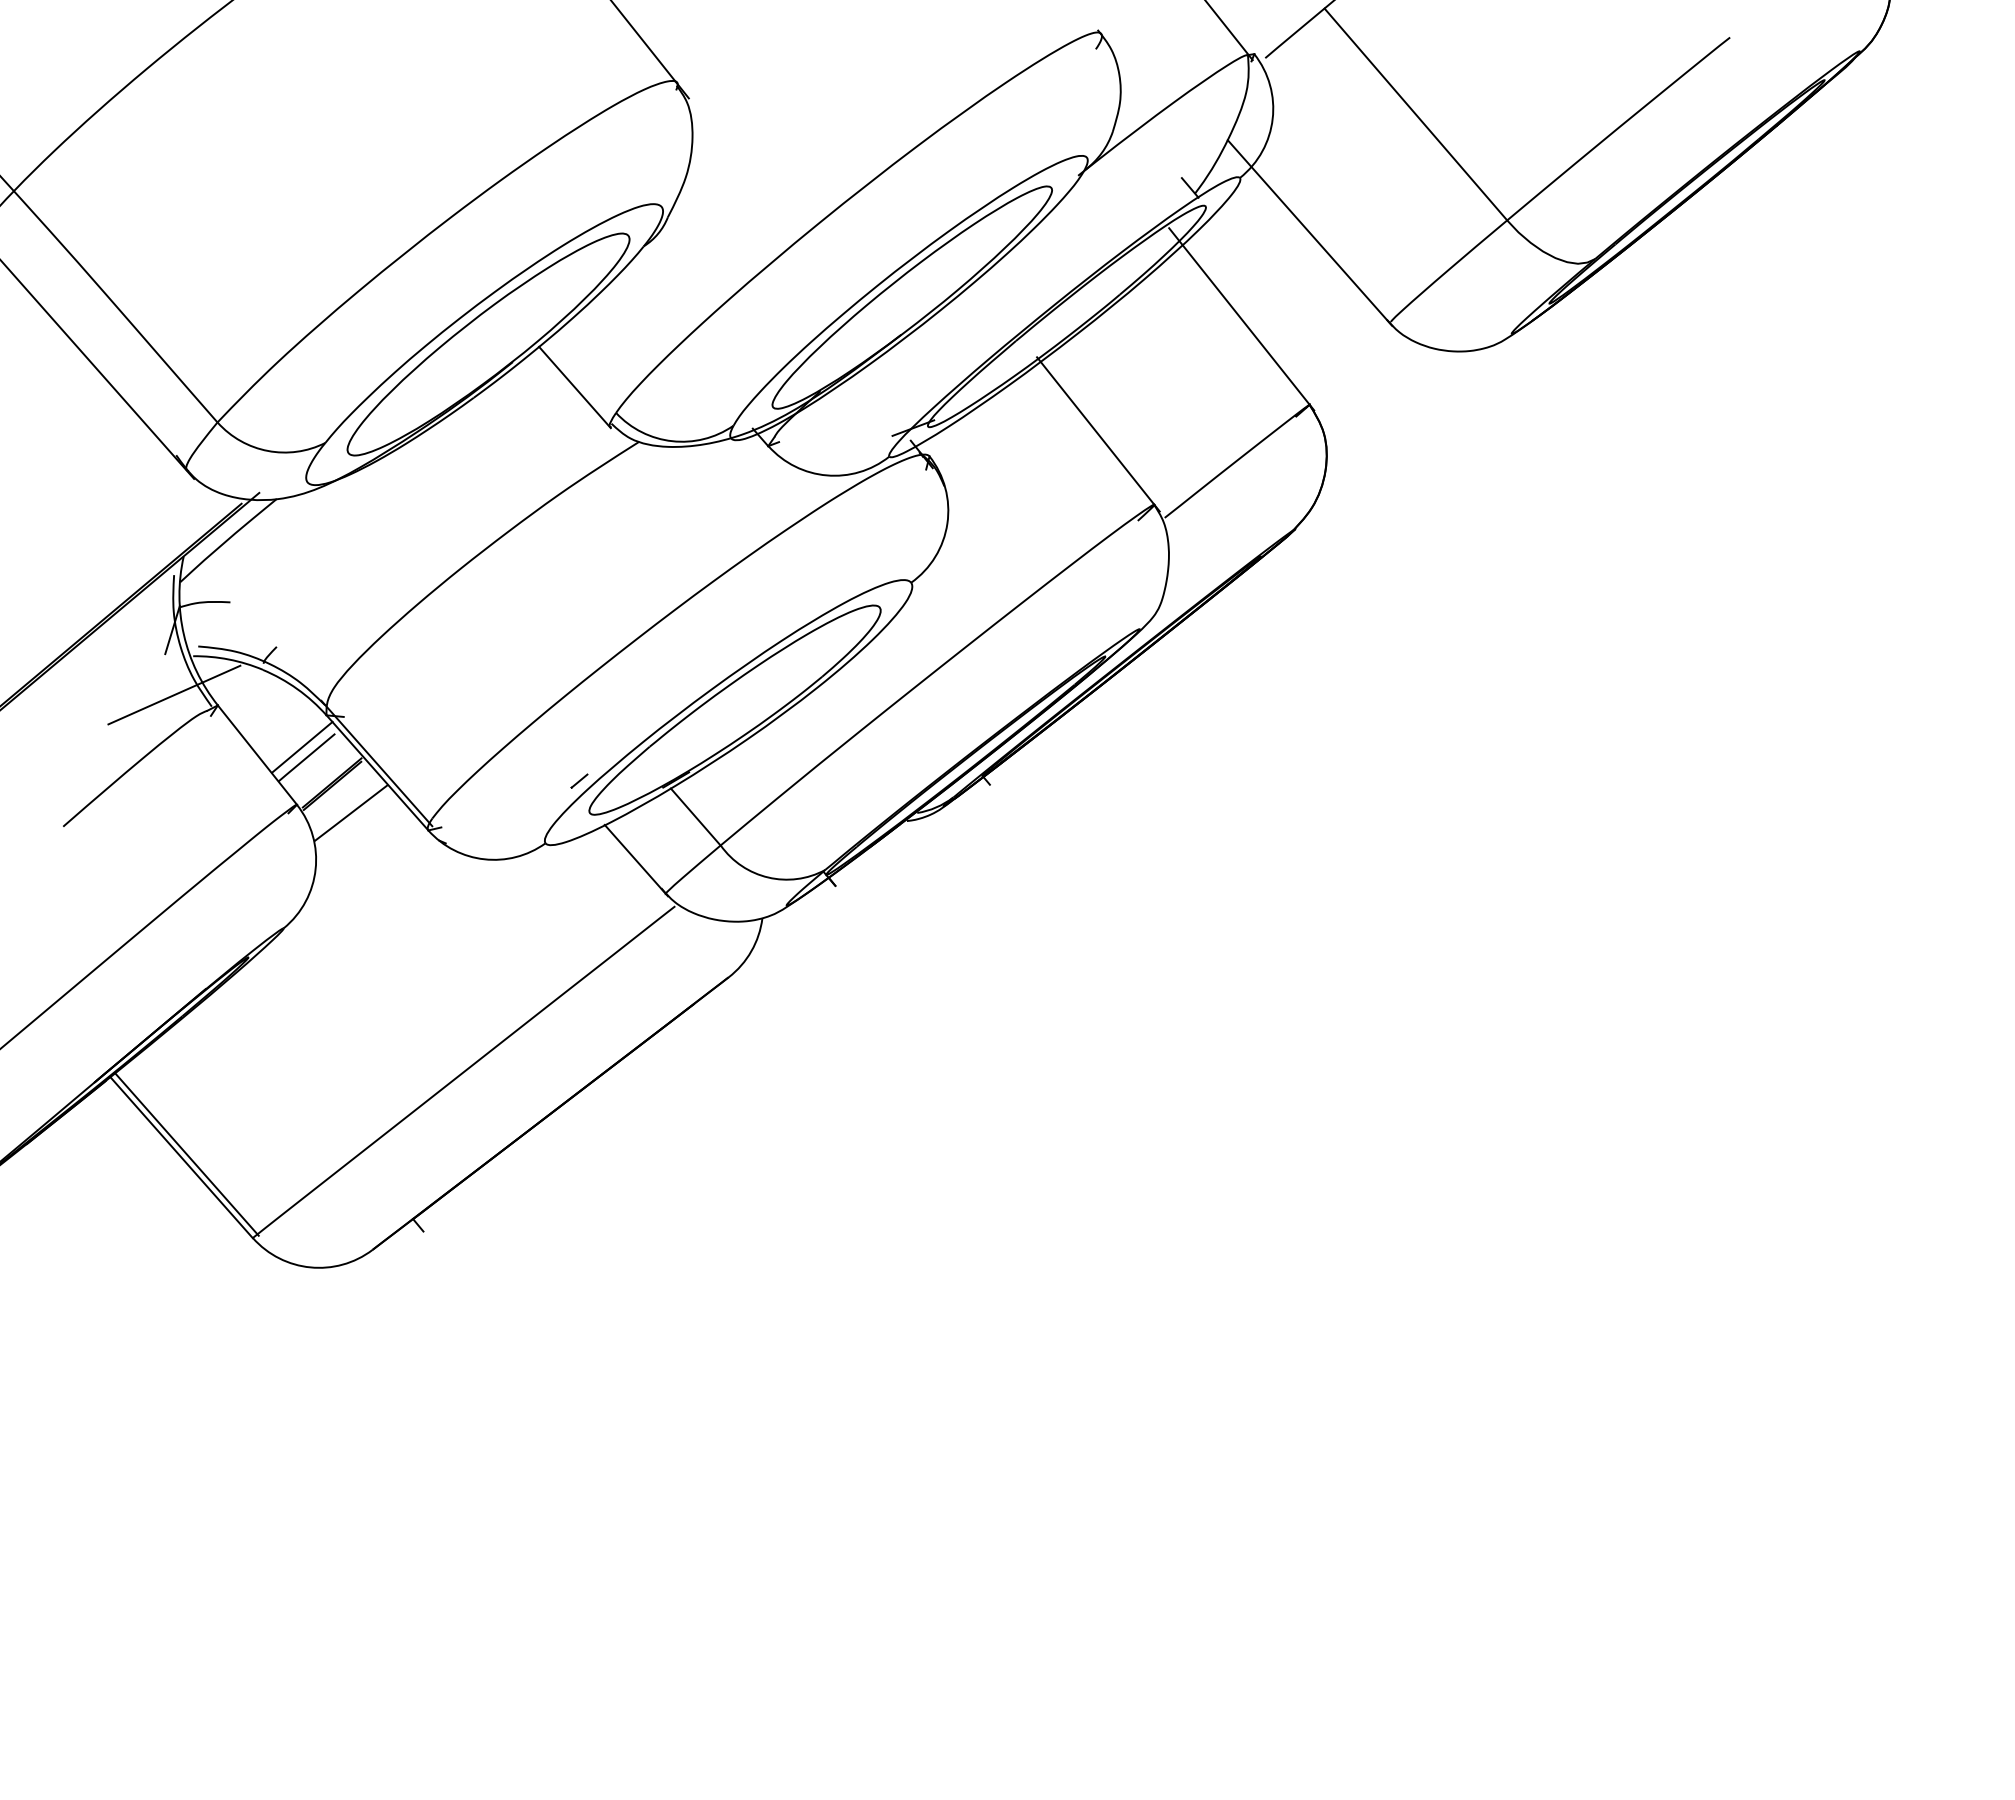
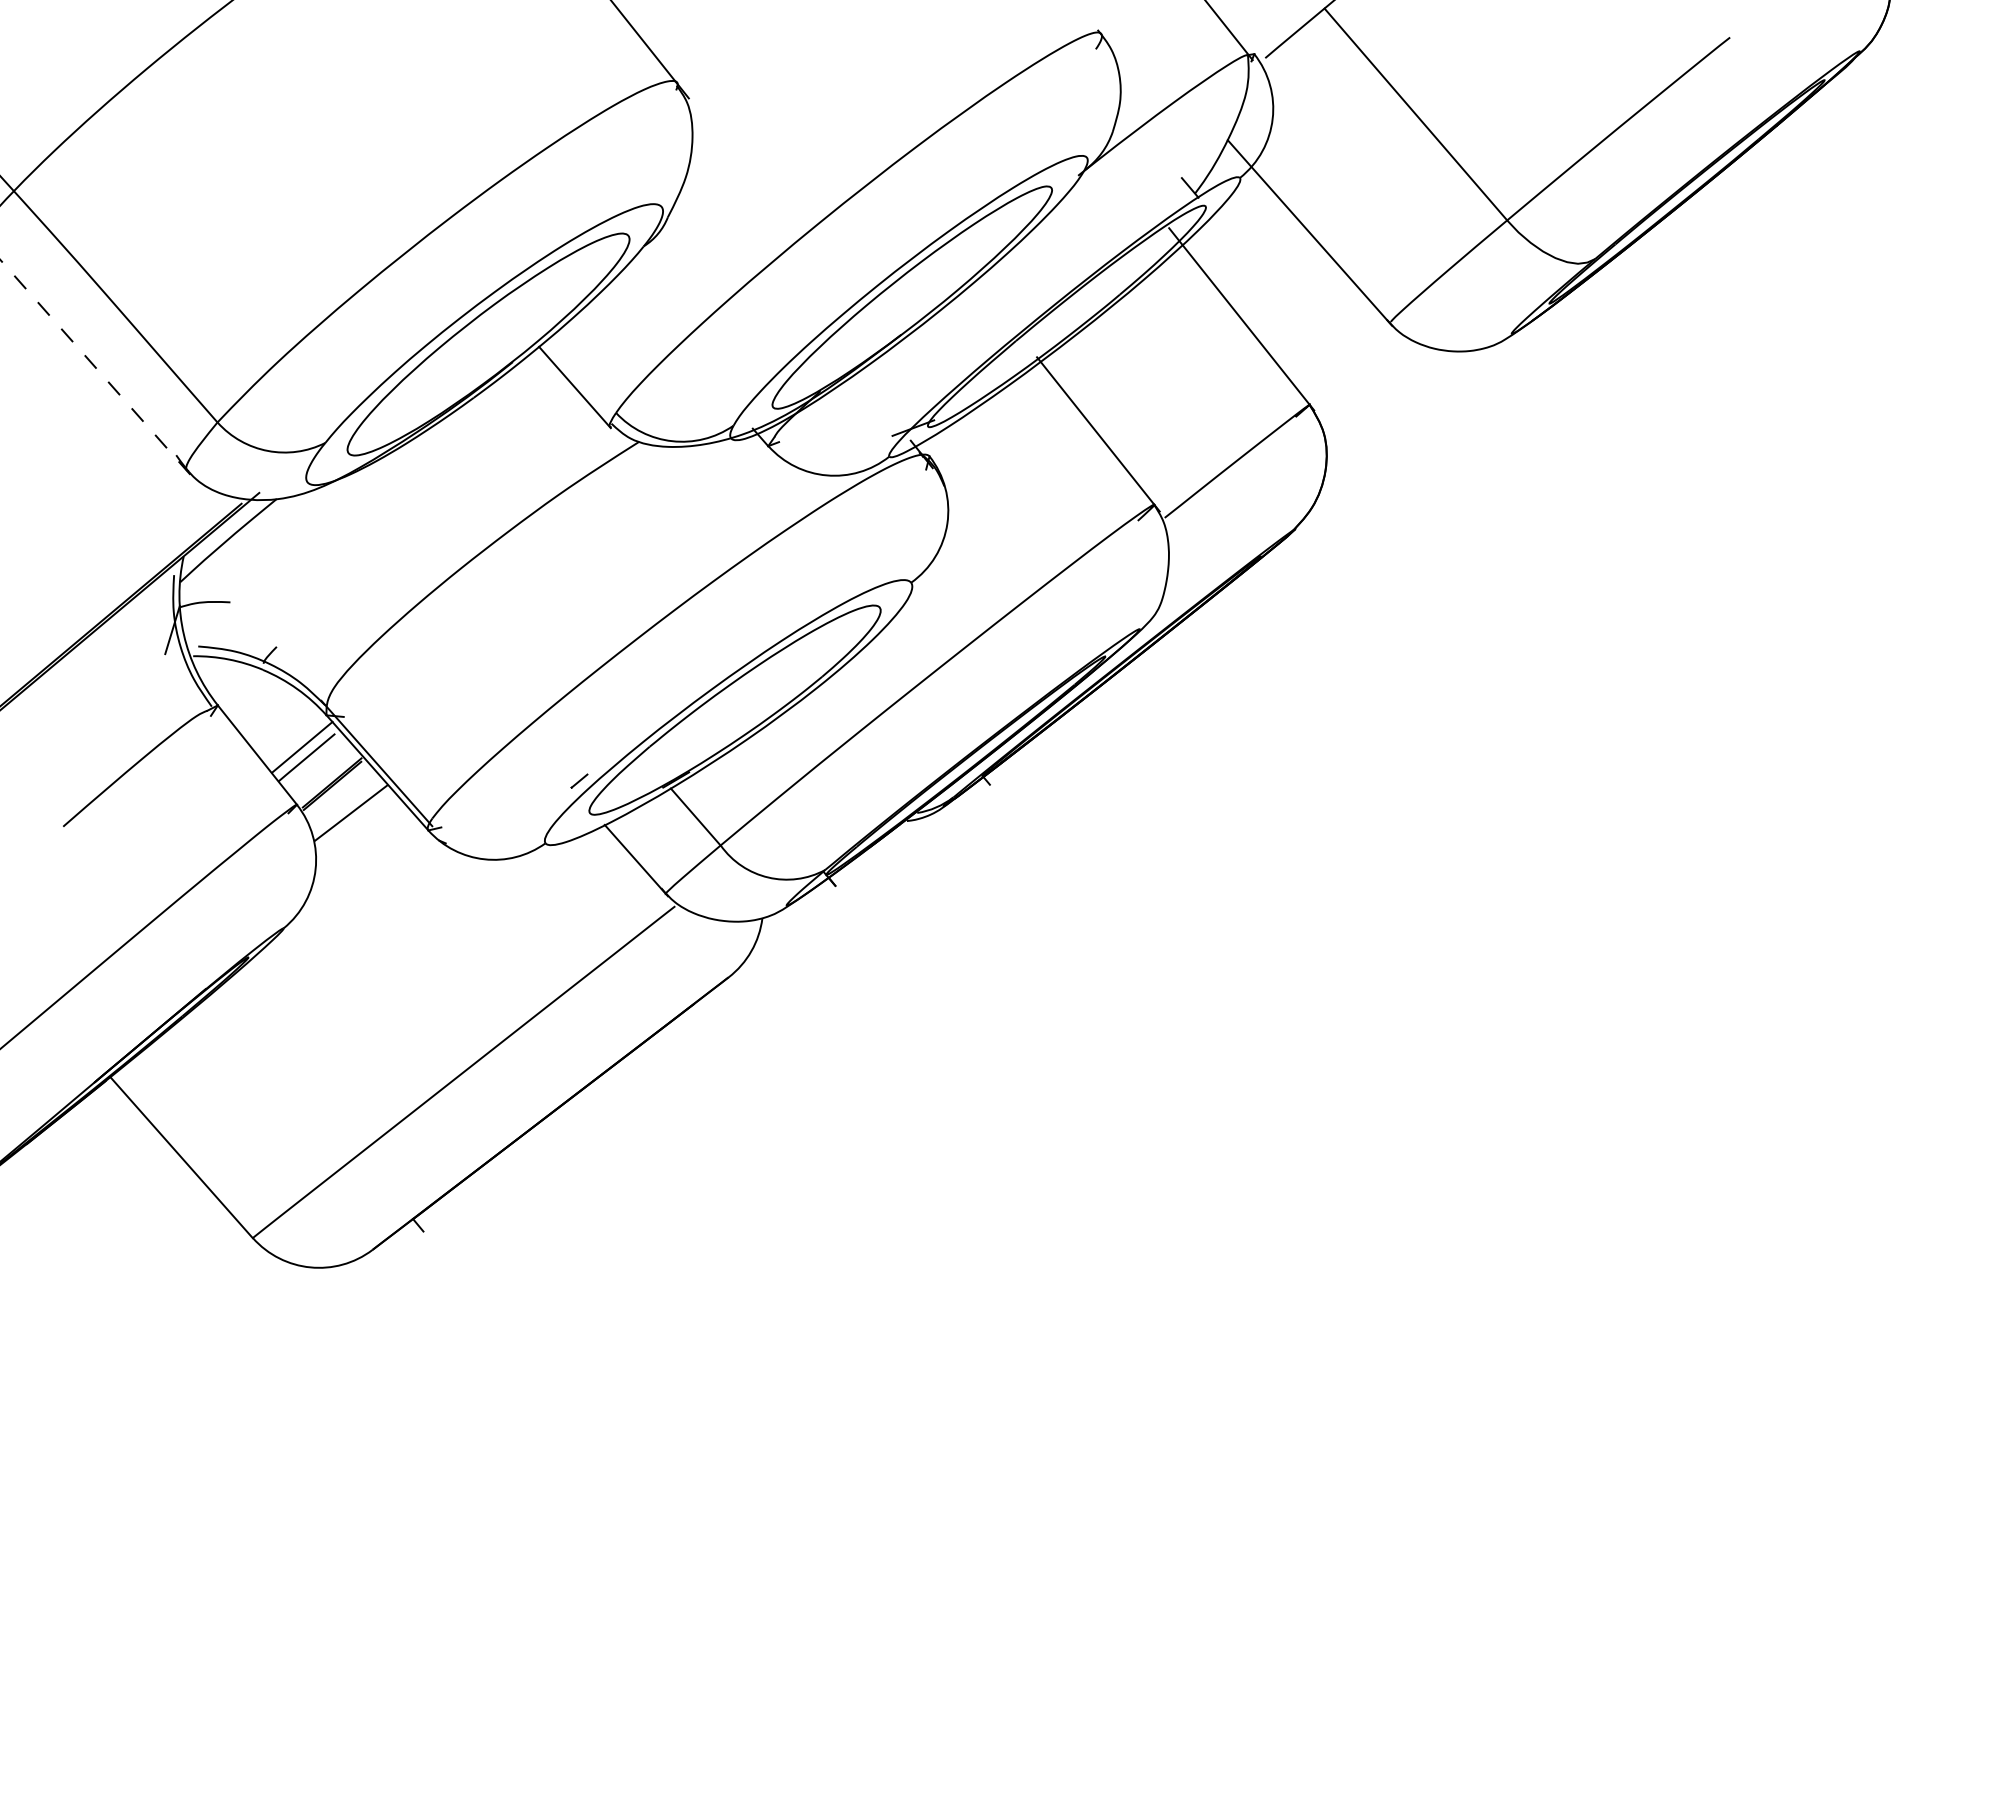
line at (97, 369): solid -> dashed
line at (174, 694): present -> none
line at (186, 1154): present -> none
